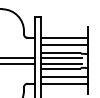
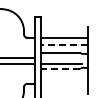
line at (64, 45): solid -> dashed
line at (61, 57): present -> none
line at (60, 68): solid -> dashed
line at (63, 76): present -> none
line at (63, 83): present -> none
